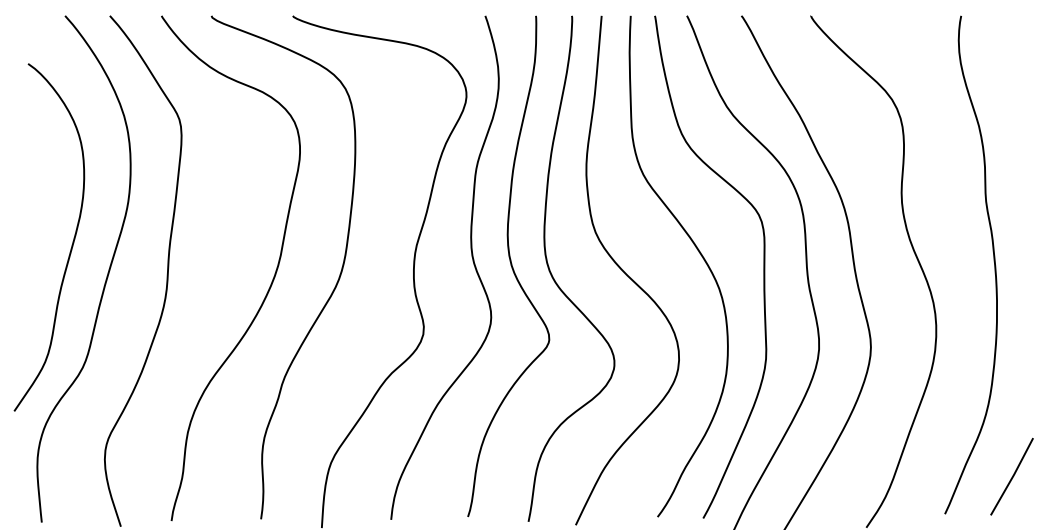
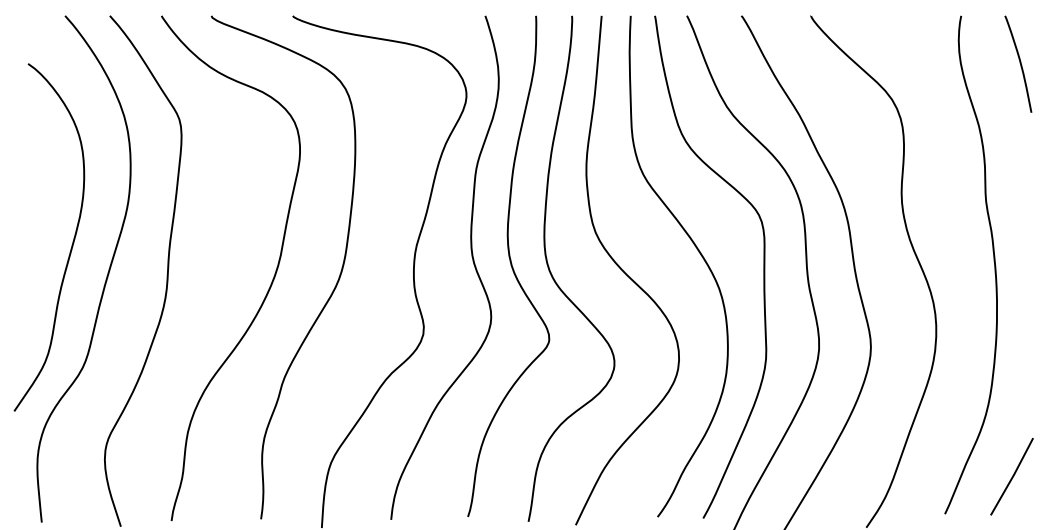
curve at (1019, 63): none -> present
